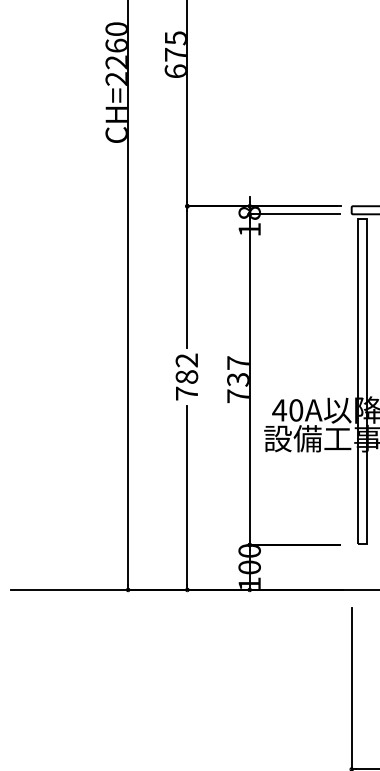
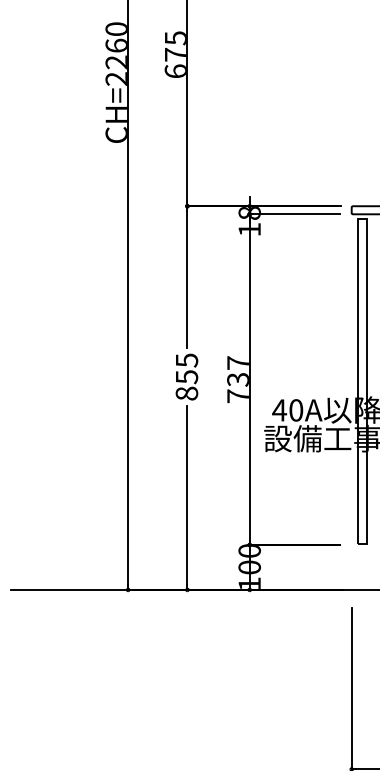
text at (186, 376): 782 -> 855
